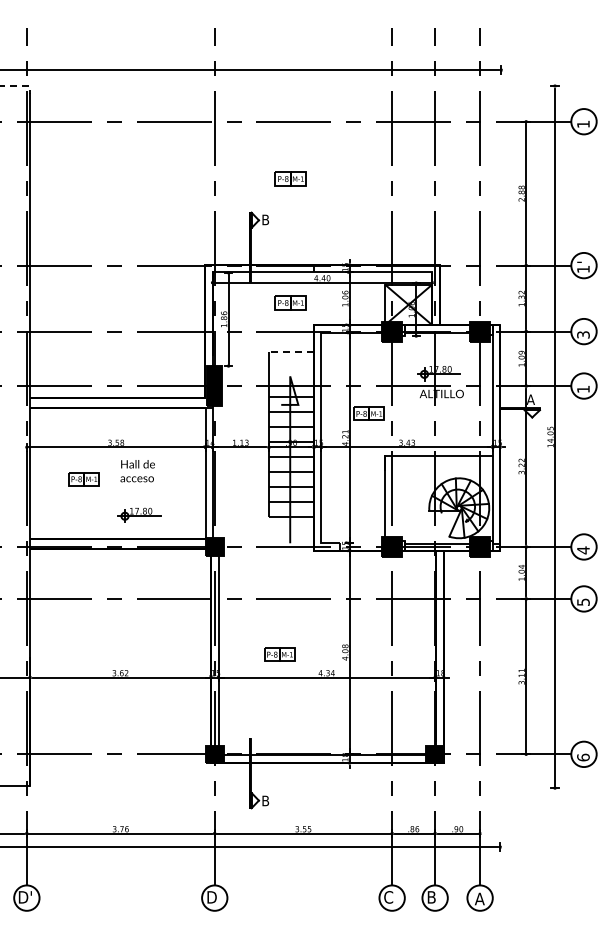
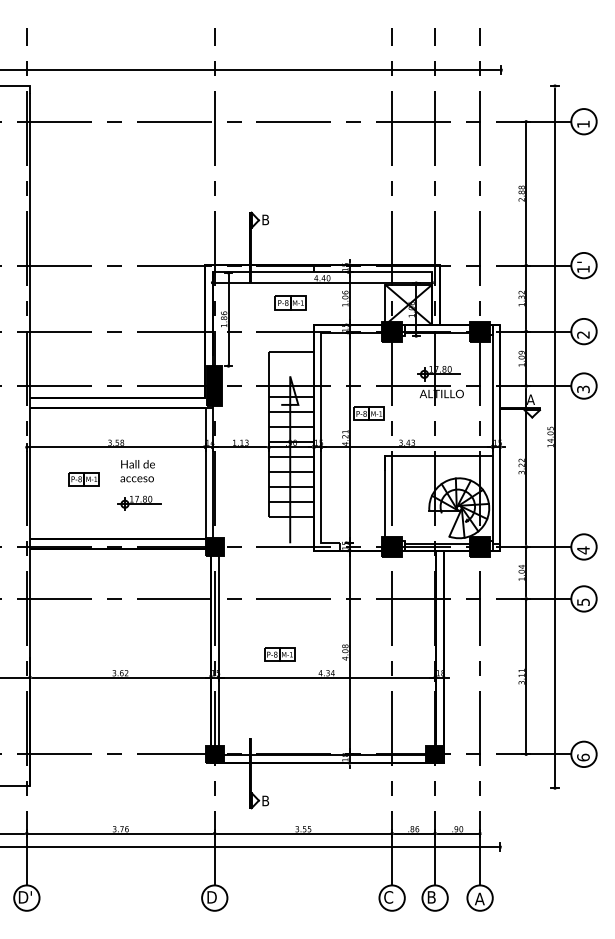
line at (20, 86): dashed -> solid
part at (290, 178): present -> none
text at (583, 334): 3 -> 2
line at (290, 352): dashed -> solid
text at (583, 389): 1 -> 3
part at (139, 514) position: (139, 514) -> (139, 502)
